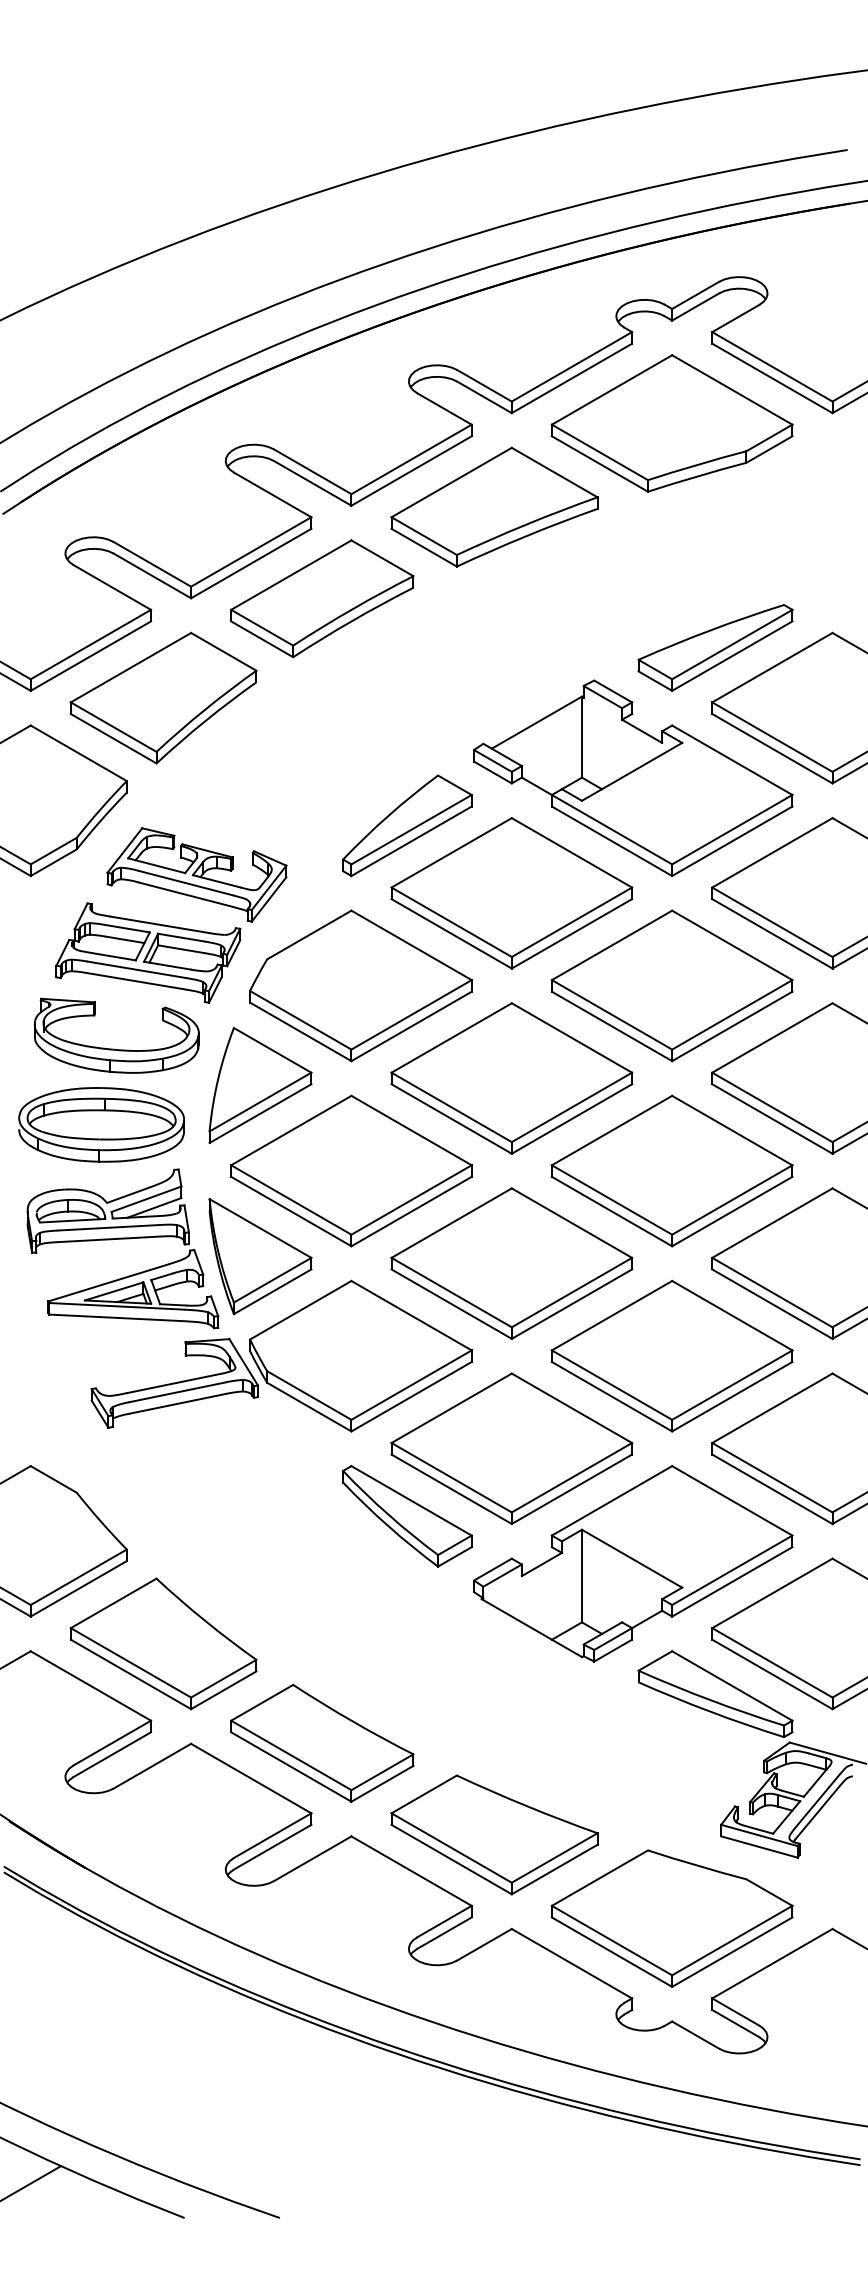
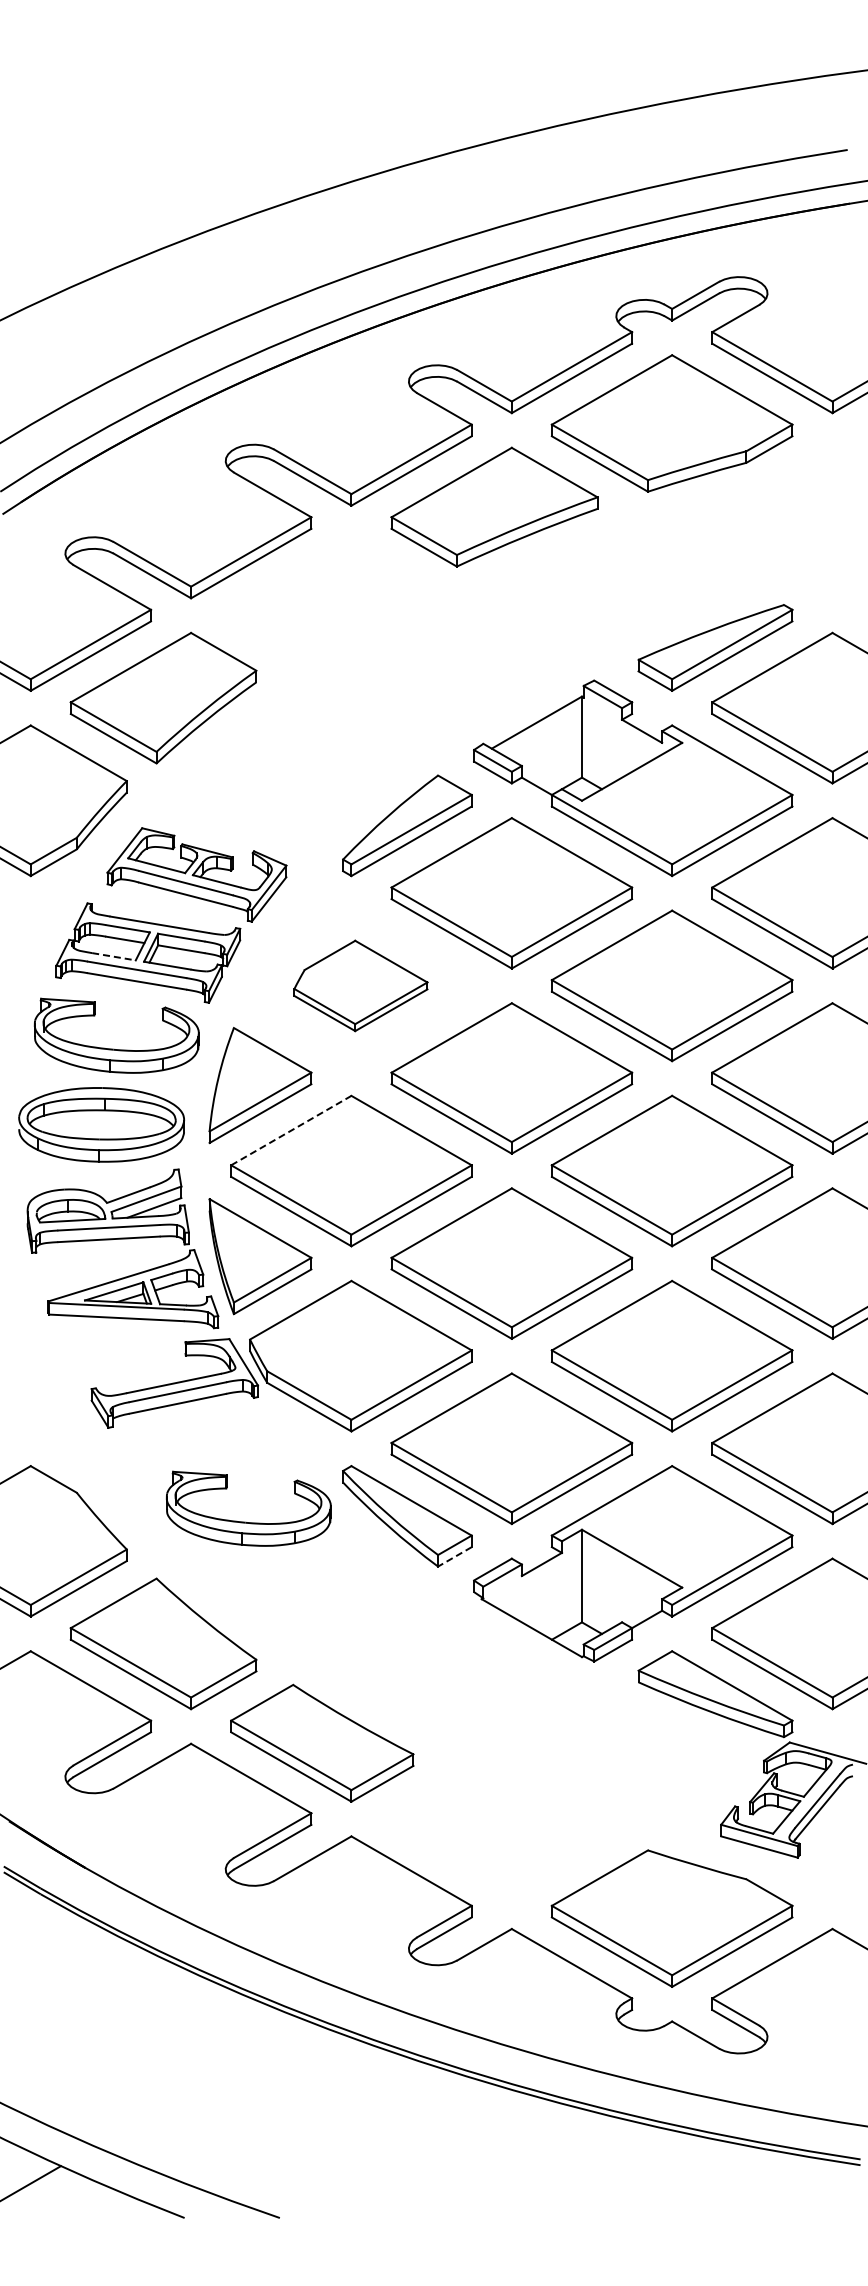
part at (322, 598): present -> none
line at (114, 956): solid -> dashed
part at (360, 985) size: 224x154 px -> 136x94 px
line at (291, 1130): solid -> dashed
part at (246, 1521): none -> present
line at (454, 1557): solid -> dashed
part at (494, 1834): present -> none
